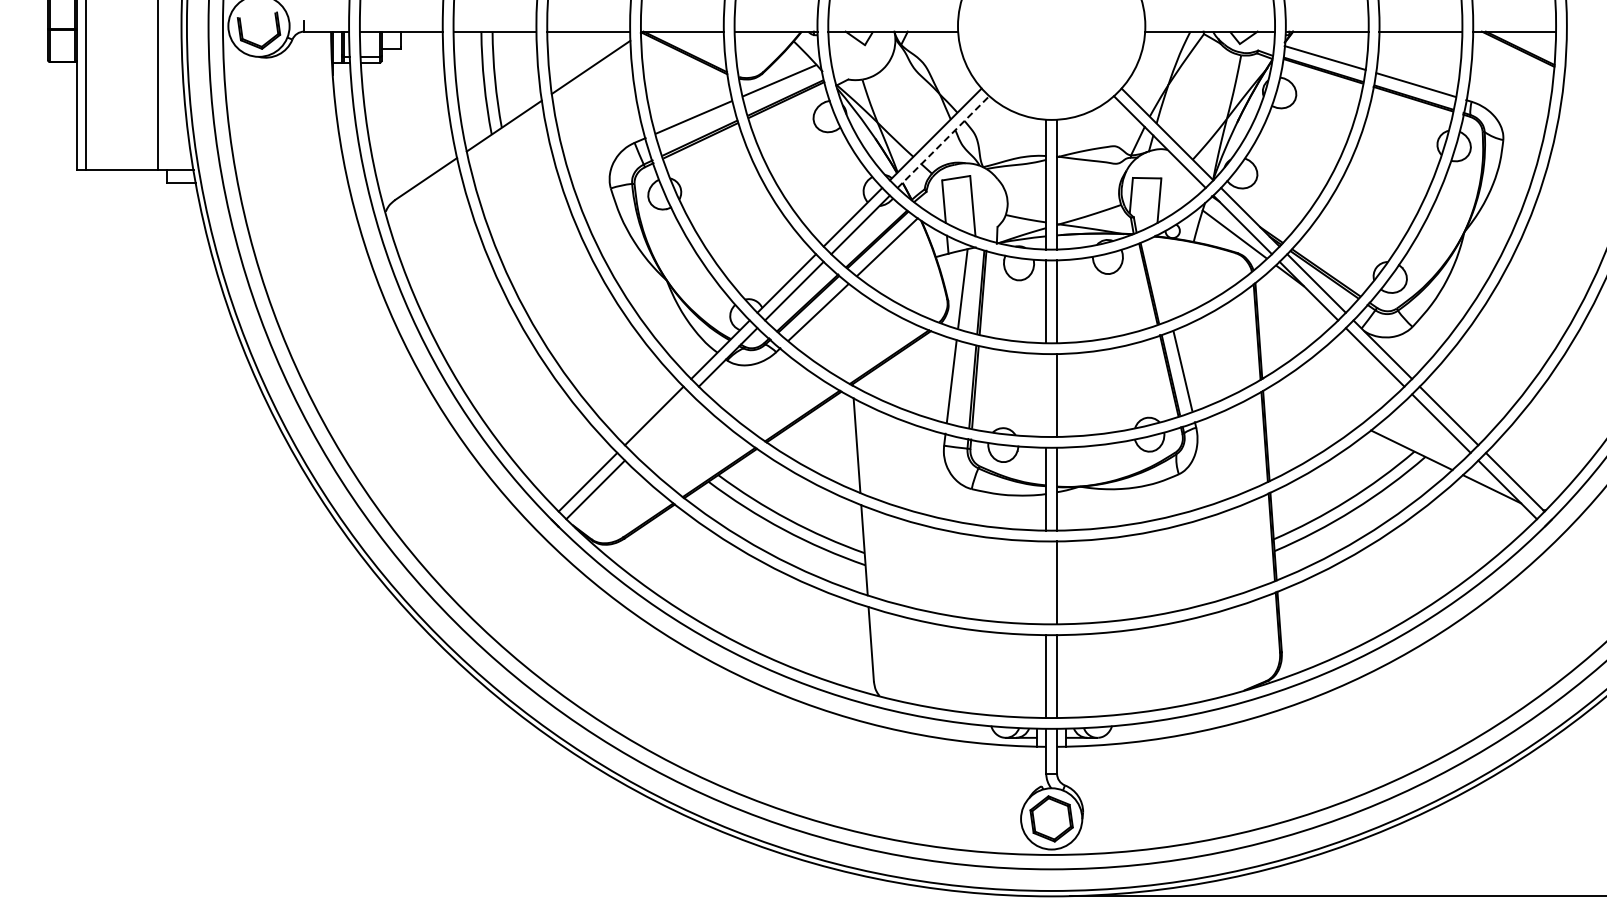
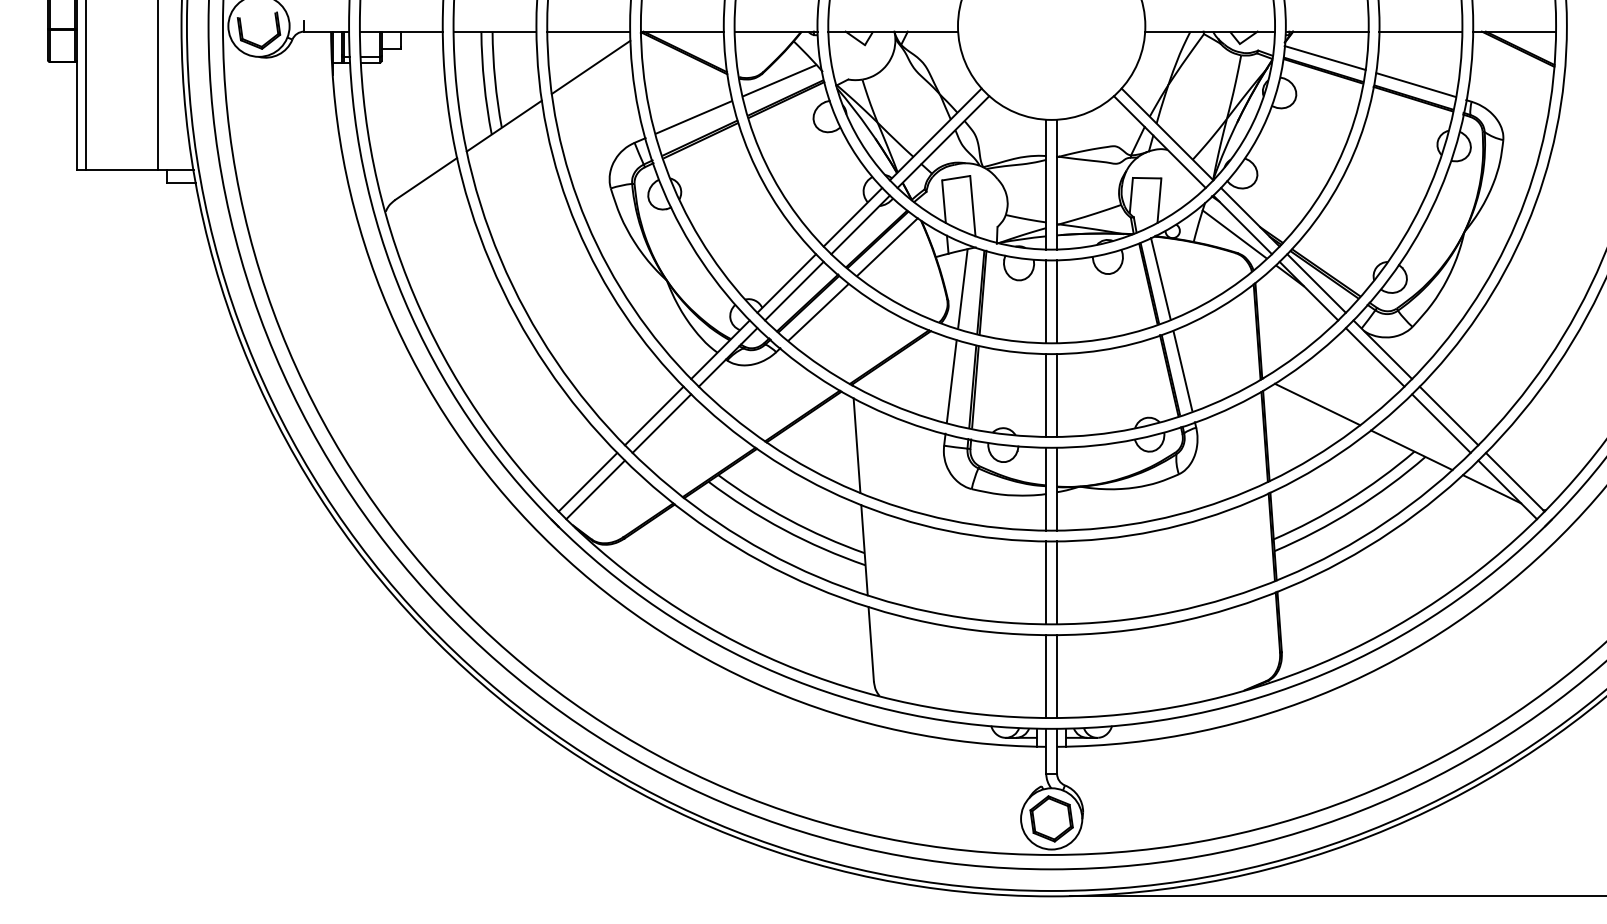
line at (943, 142): dashed -> solid
line at (1160, 278): none -> present
line at (1046, 395): none -> present
line at (1317, 404): none -> present
line at (661, 423): none -> present
line at (1046, 582): none -> present
